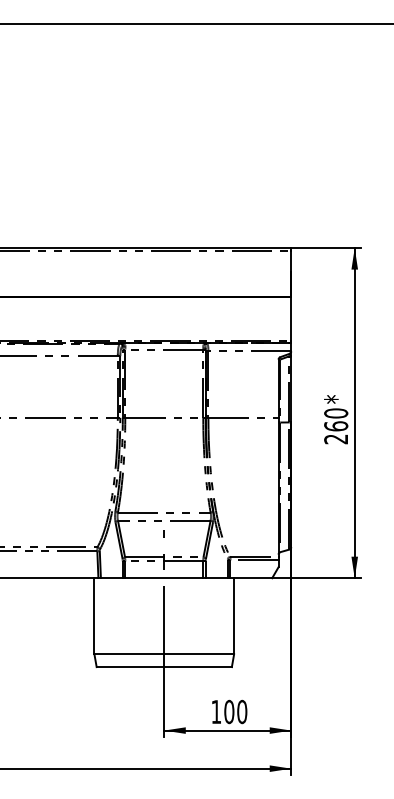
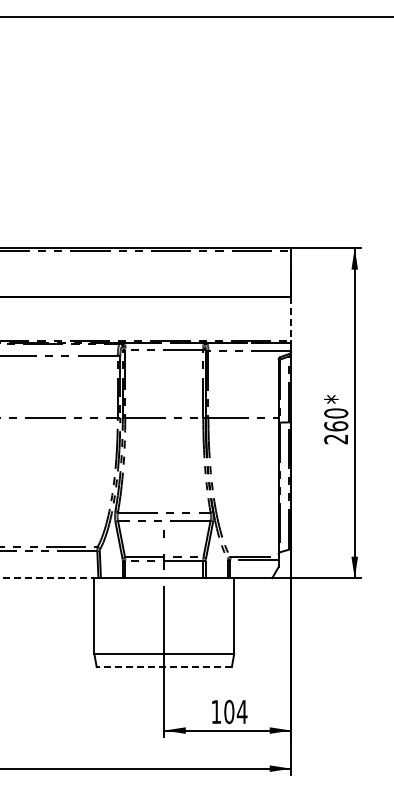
line at (196, 23) position: (196, 23) -> (196, 16)
line at (291, 318): solid -> dashed
line at (49, 578): solid -> dashed
line at (164, 667): solid -> dashed
text at (241, 711): 100 -> 104
